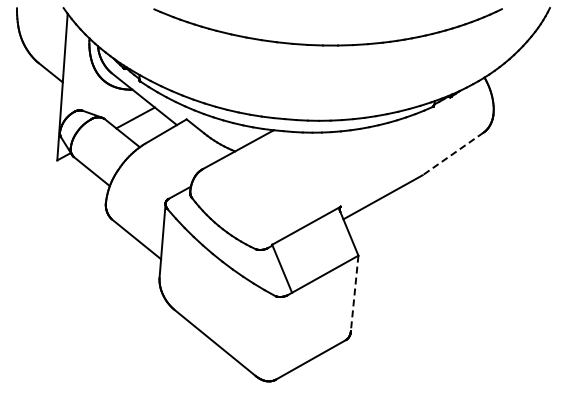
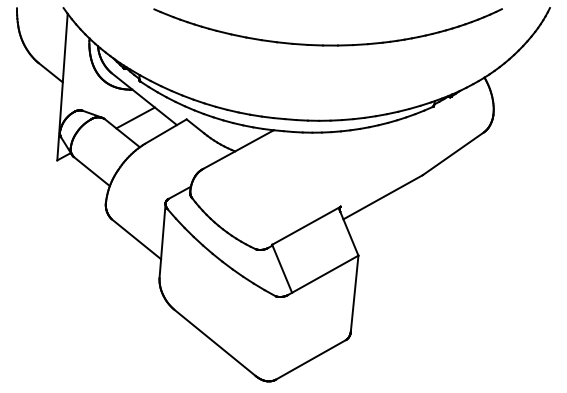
line at (452, 154): dashed -> solid
line at (354, 293): dashed -> solid
